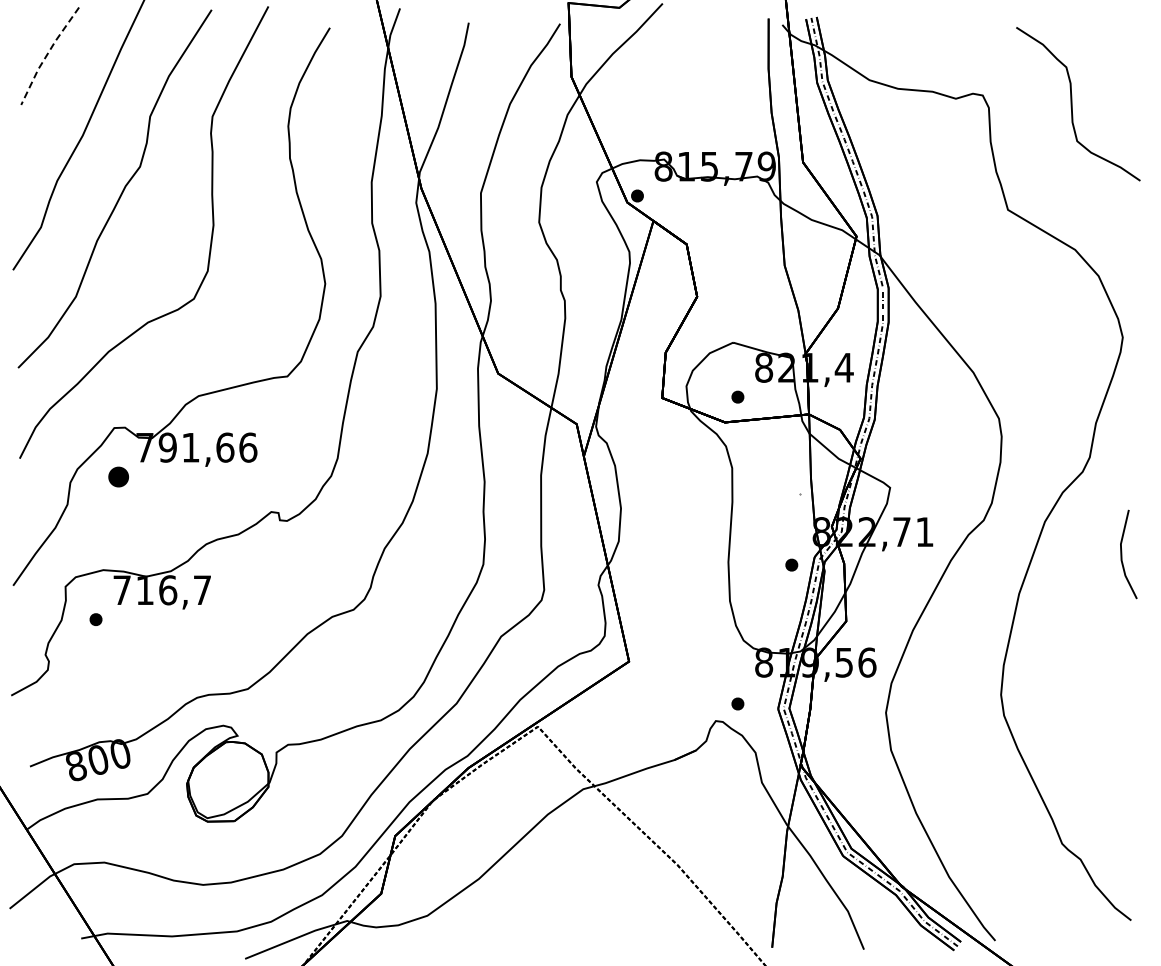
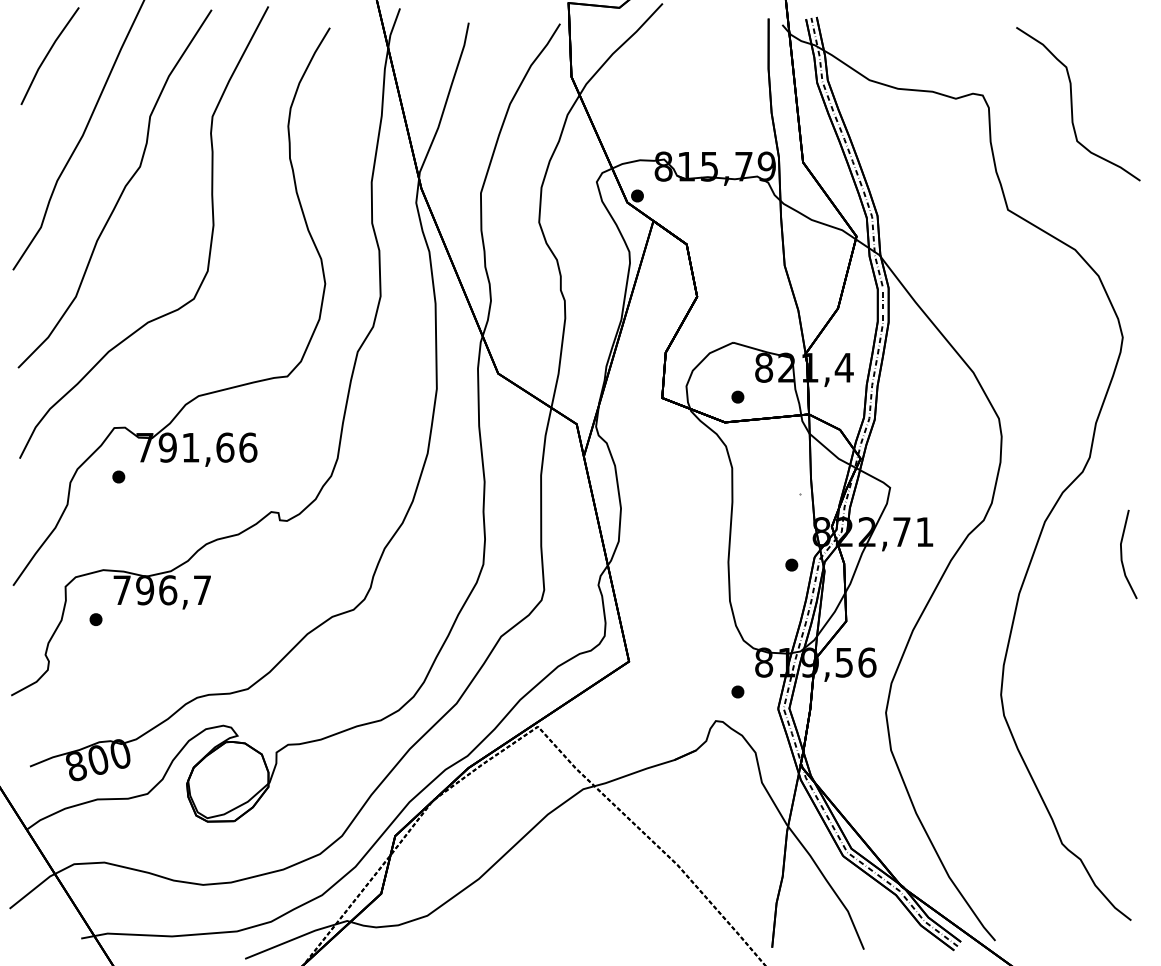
line at (47, 55): dashed -> solid
part at (118, 476) size: 21x22 px -> 14x14 px
text at (145, 590): 716,7 -> 796,7
part at (737, 703) position: (737, 703) -> (737, 691)
